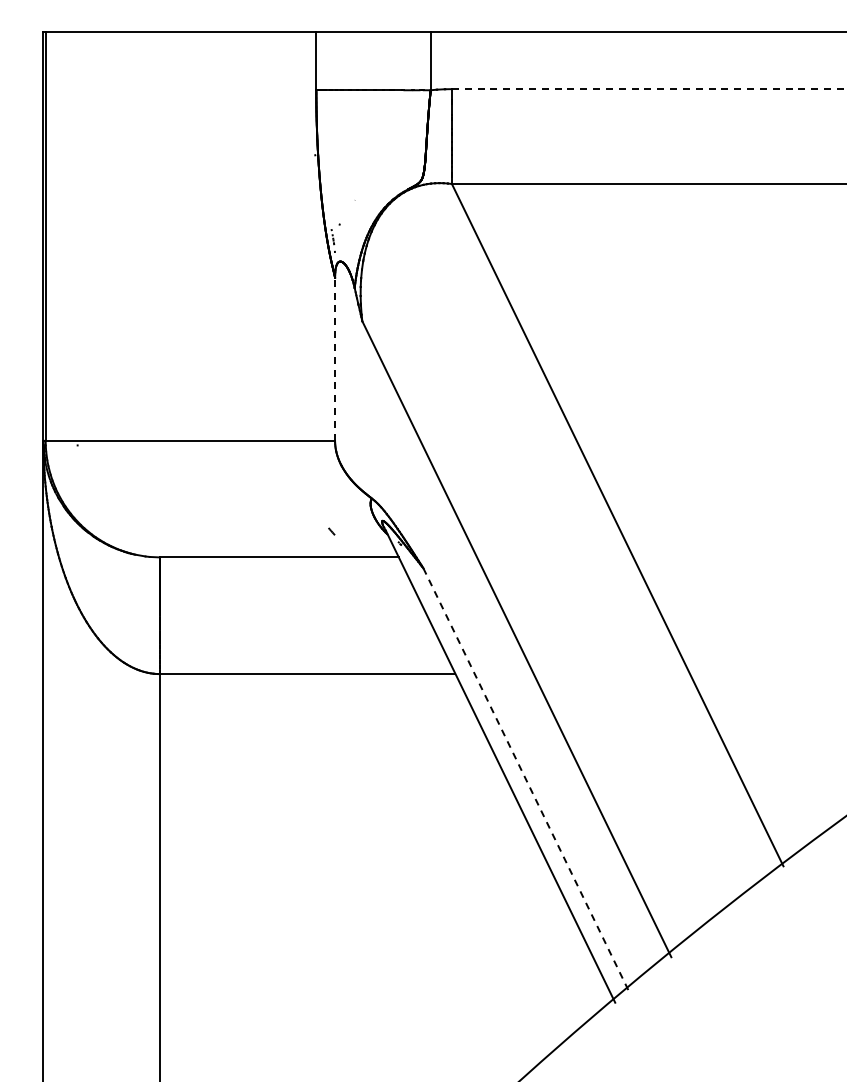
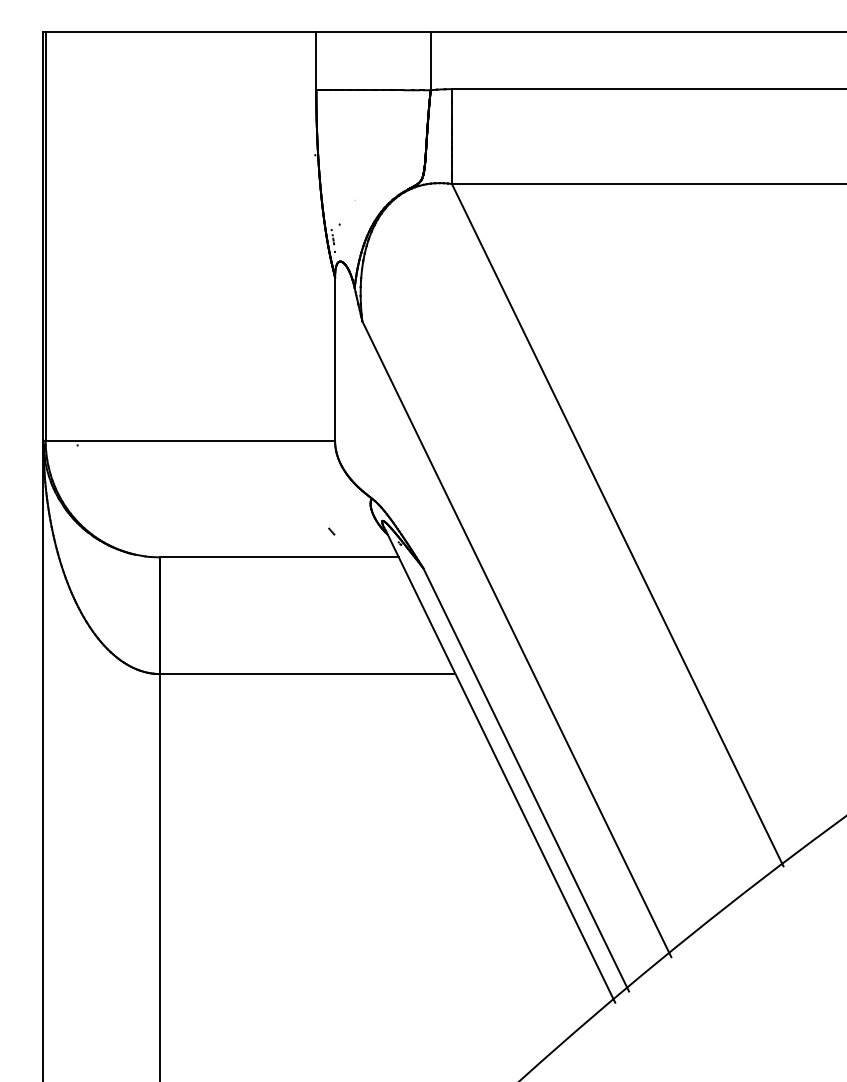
line at (649, 89): dashed -> solid
line at (335, 359): dashed -> solid
line at (526, 780): dashed -> solid
